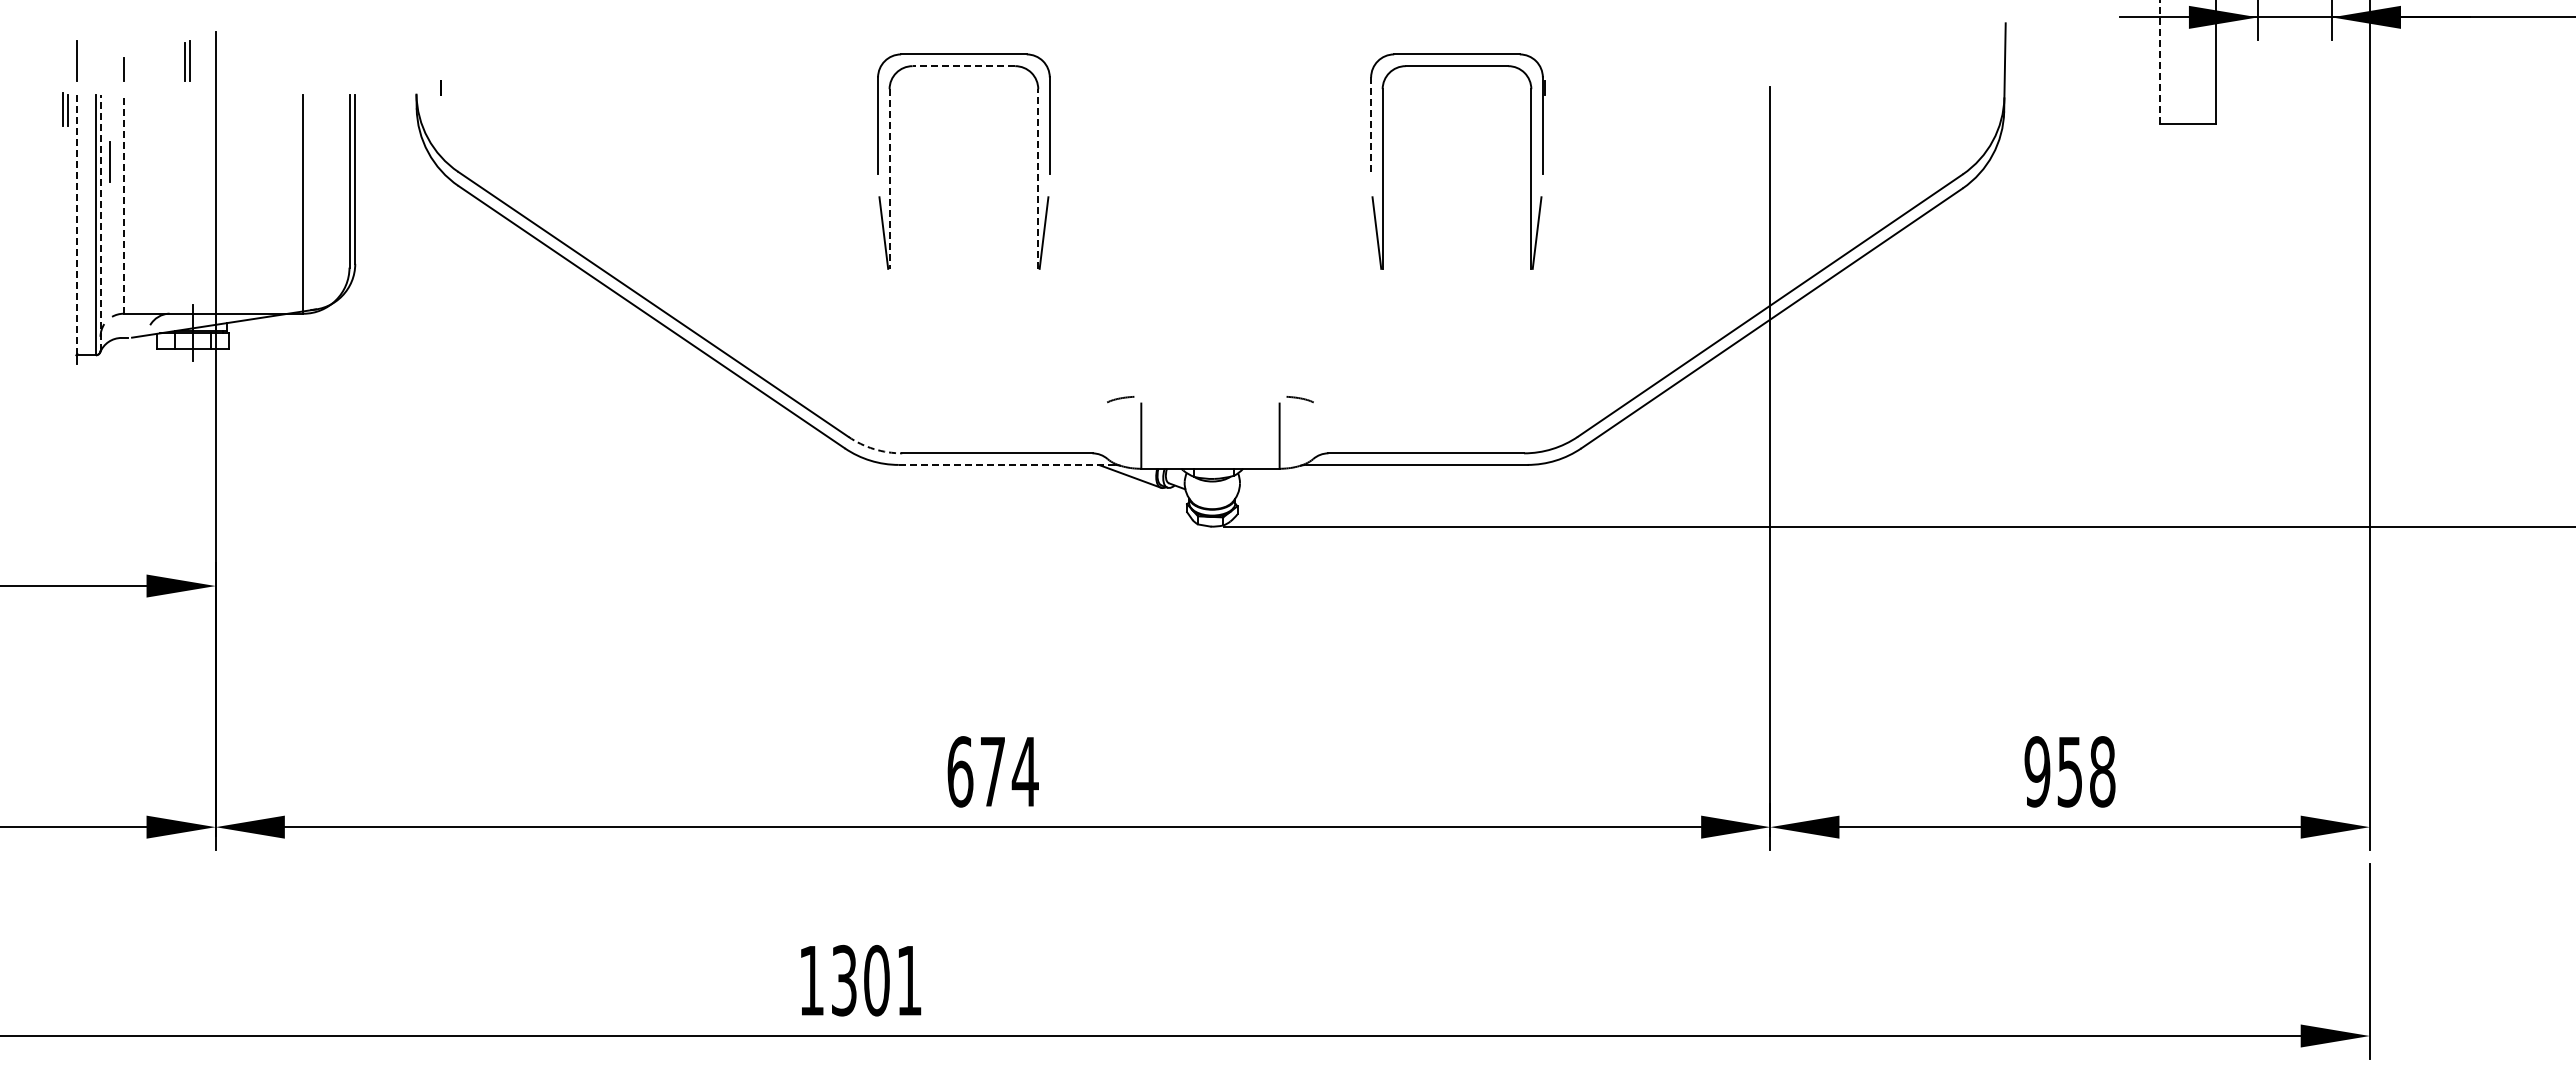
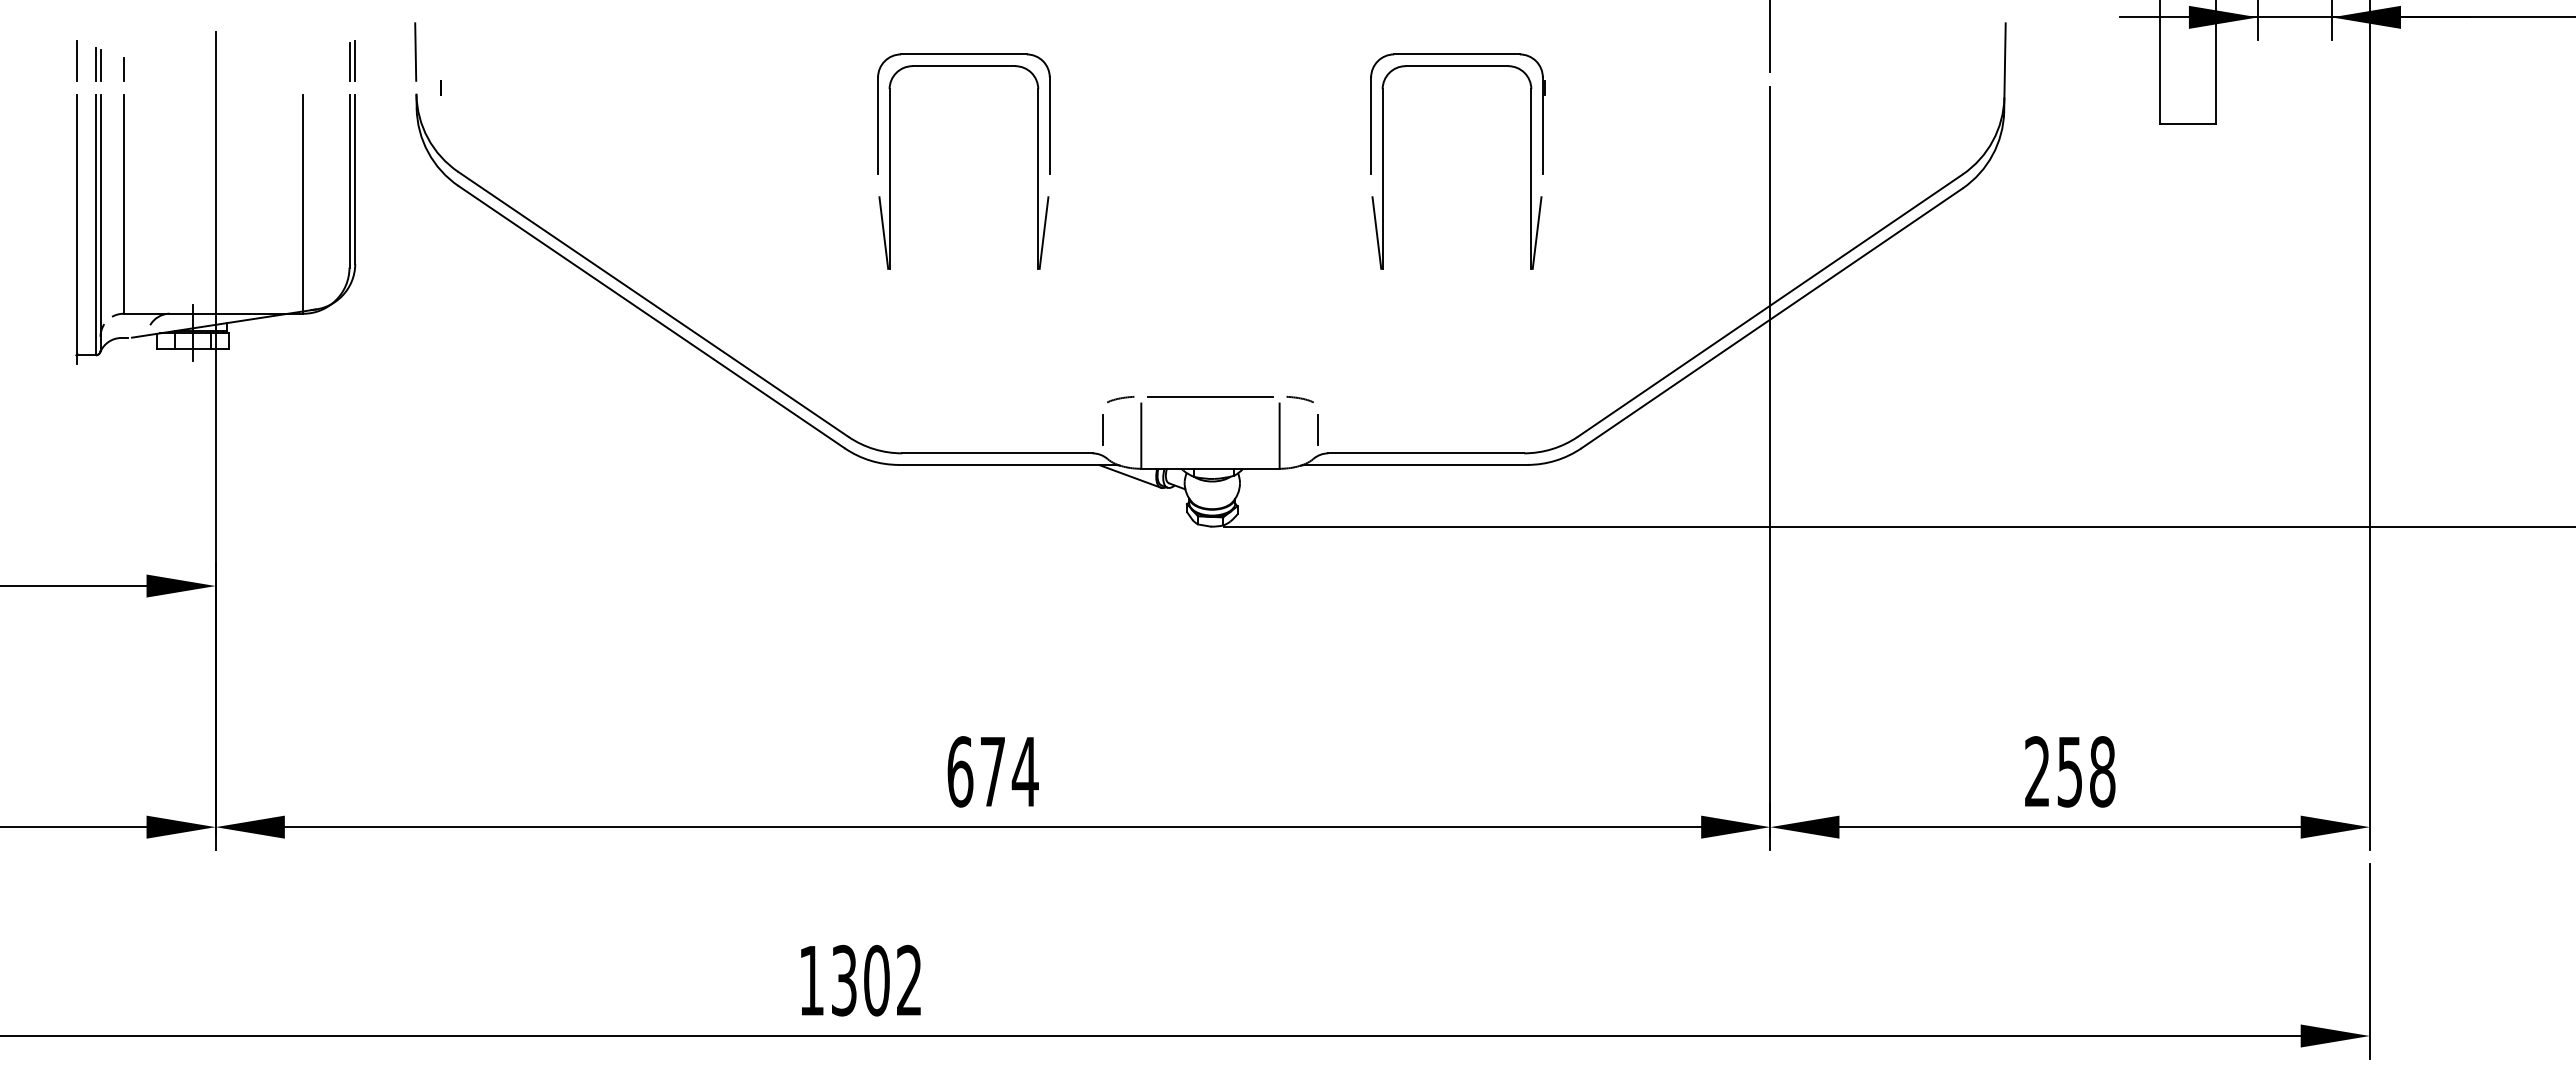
line at (1770, 37): none -> present
line at (415, 51): none -> present
part at (187, 60) position: (187, 60) -> (352, 60)
line at (2160, 61): dashed -> solid
line at (963, 66): dashed -> solid
part at (65, 109) position: (65, 109) -> (98, 64)
line at (1371, 126): dashed -> solid
line at (109, 161): present -> none
line at (889, 179): dashed -> solid
line at (1038, 179): dashed -> solid
line at (123, 204): dashed -> solid
line at (100, 222): dashed -> solid
line at (77, 225): dashed -> solid
line at (1210, 396): none -> present
line at (1102, 429): none -> present
line at (1318, 429): none -> present
arc at (874, 449): dashed -> solid
line at (1006, 464): dashed -> solid
text at (2037, 771): 958 -> 258
text at (909, 979): 1301 -> 1302
